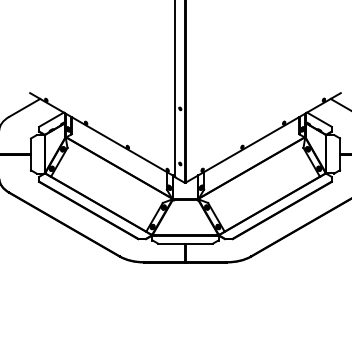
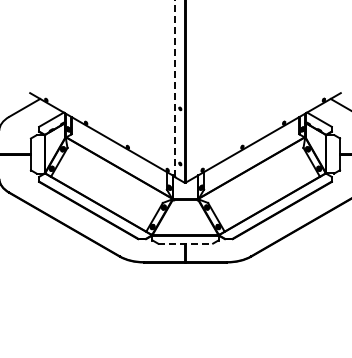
line at (175, 88): solid -> dashed
line at (185, 243): solid -> dashed
